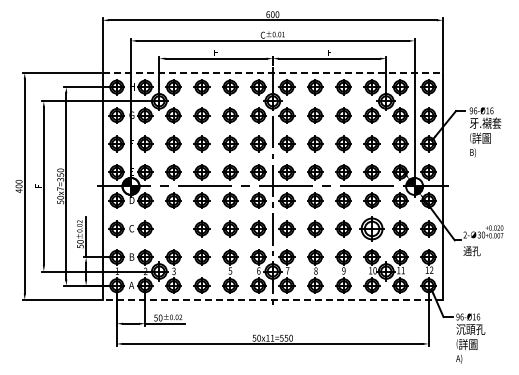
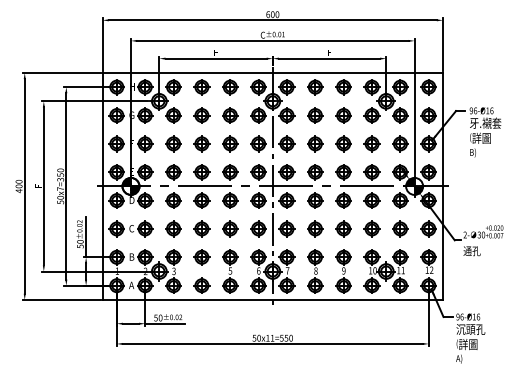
line at (273, 72): dashed -> solid
part at (173, 228): none -> present
part at (371, 228) size: 26x26 px -> 18x18 px
line at (272, 299): dashed -> solid
